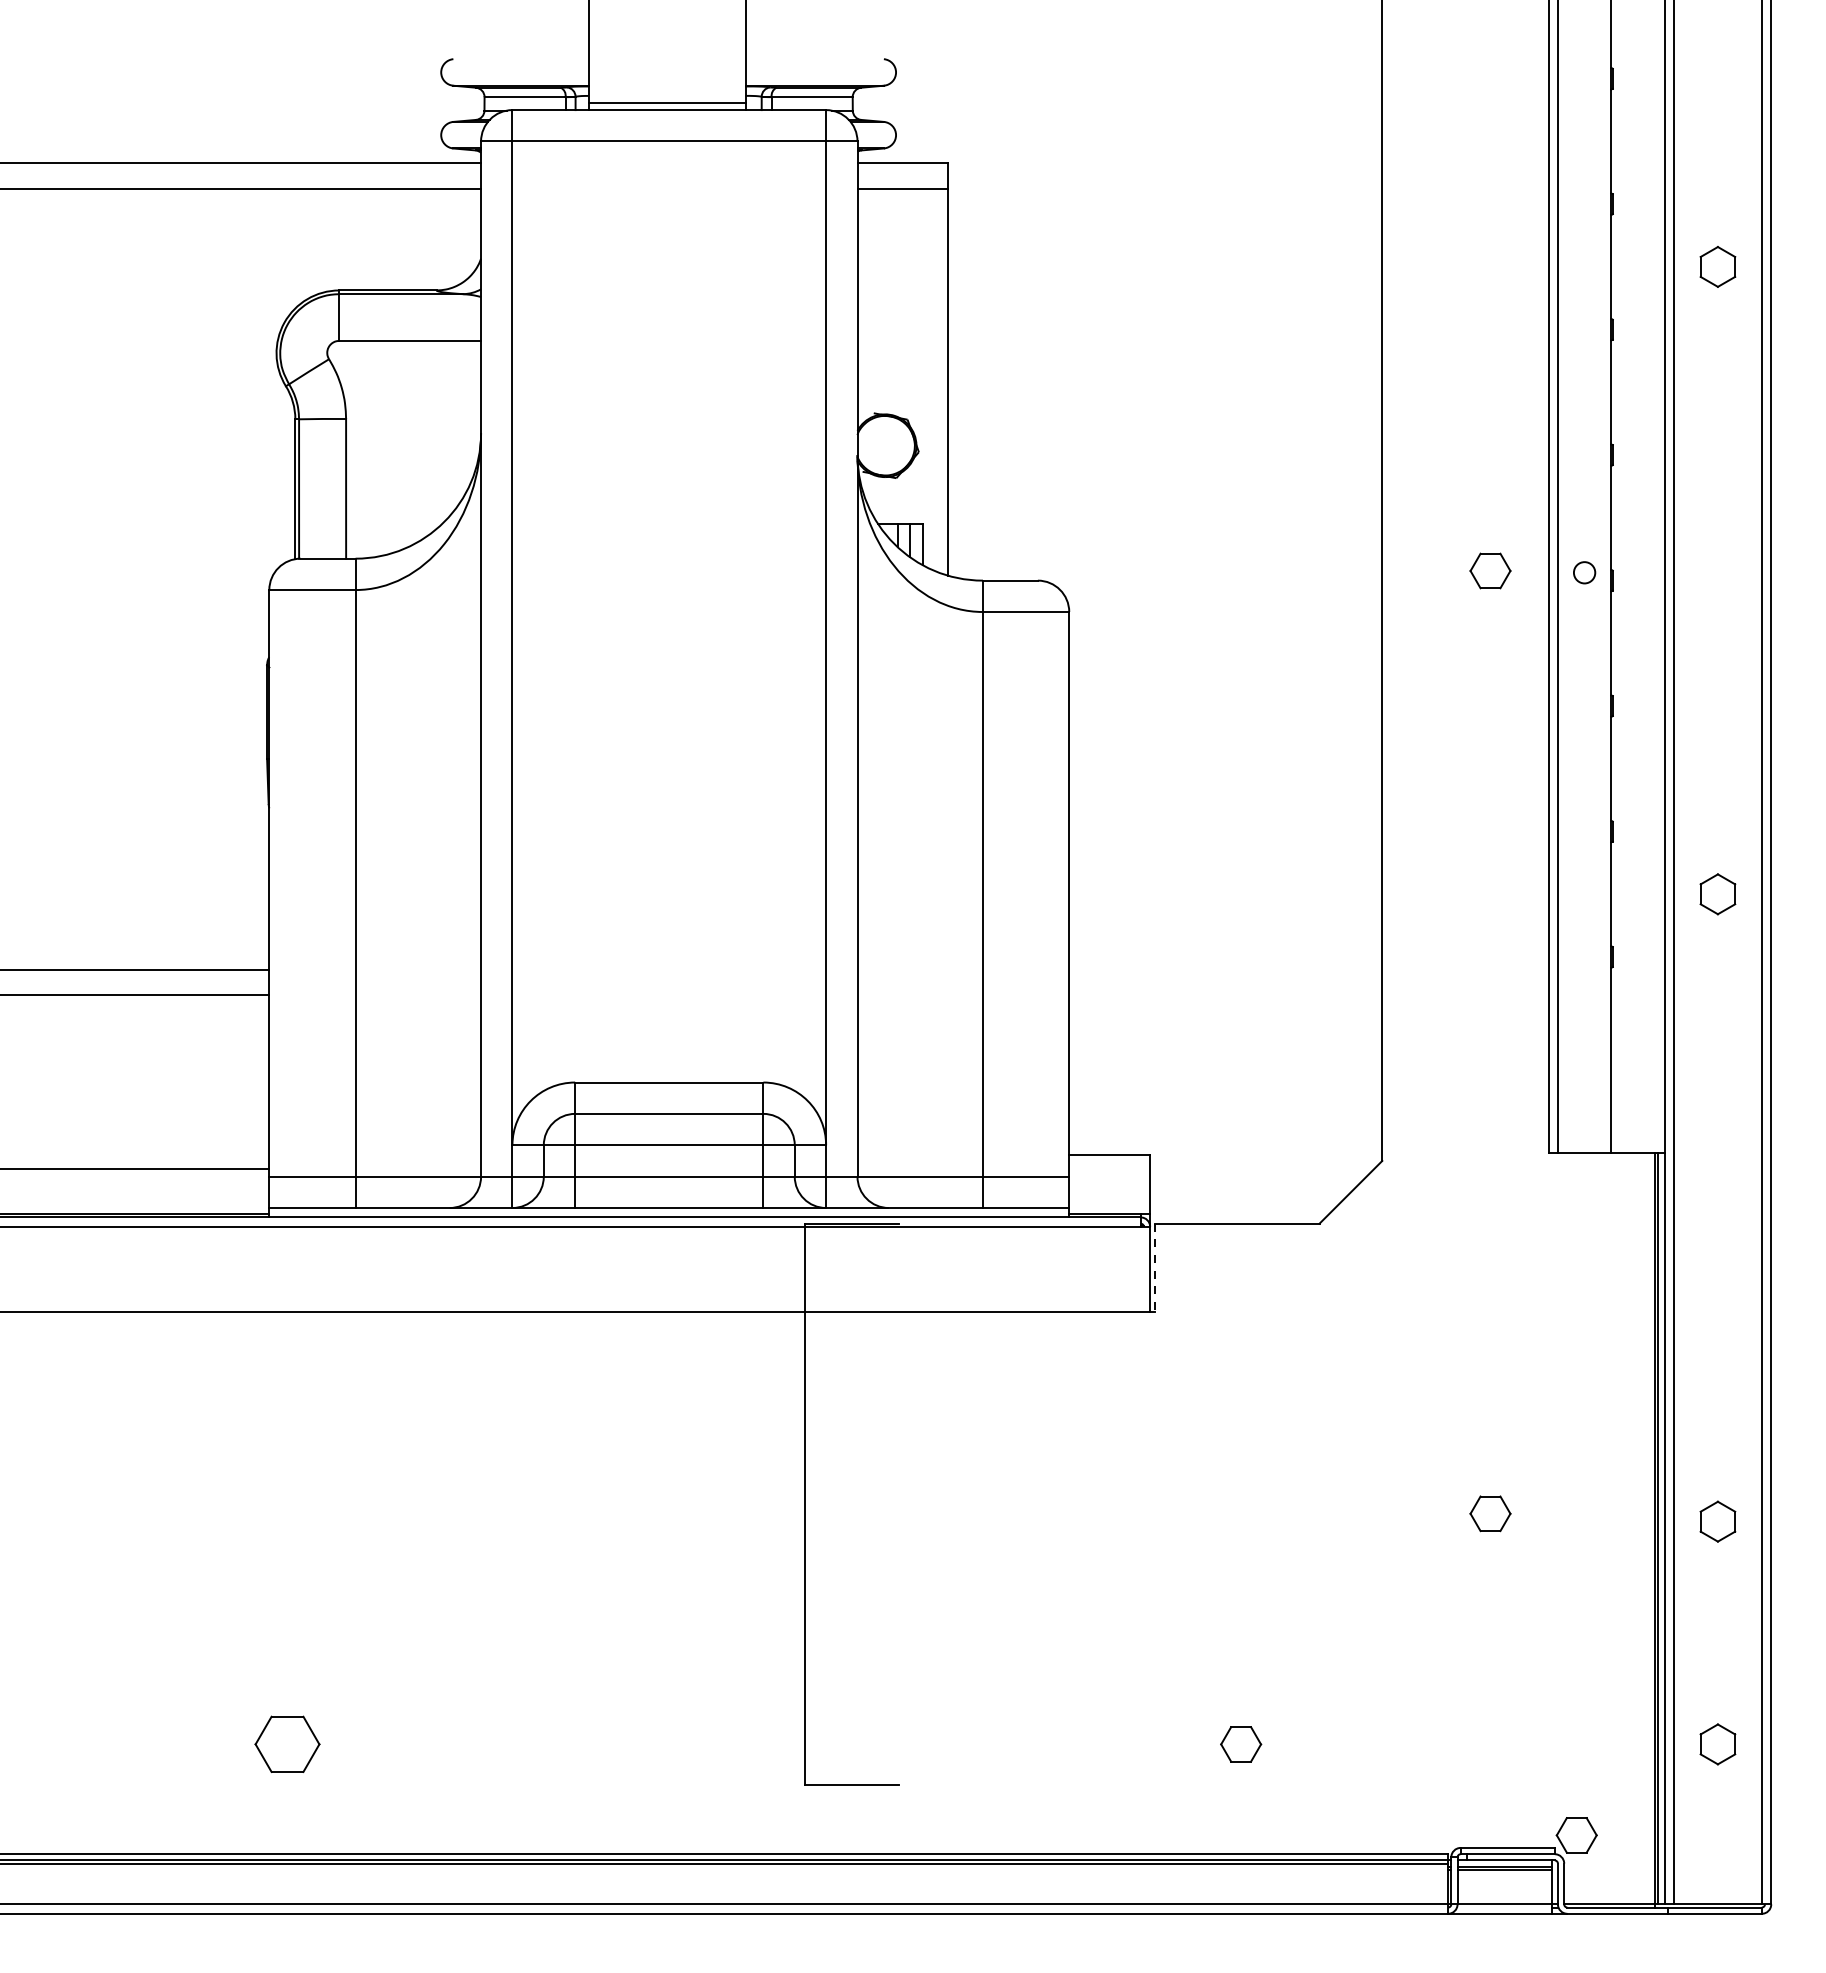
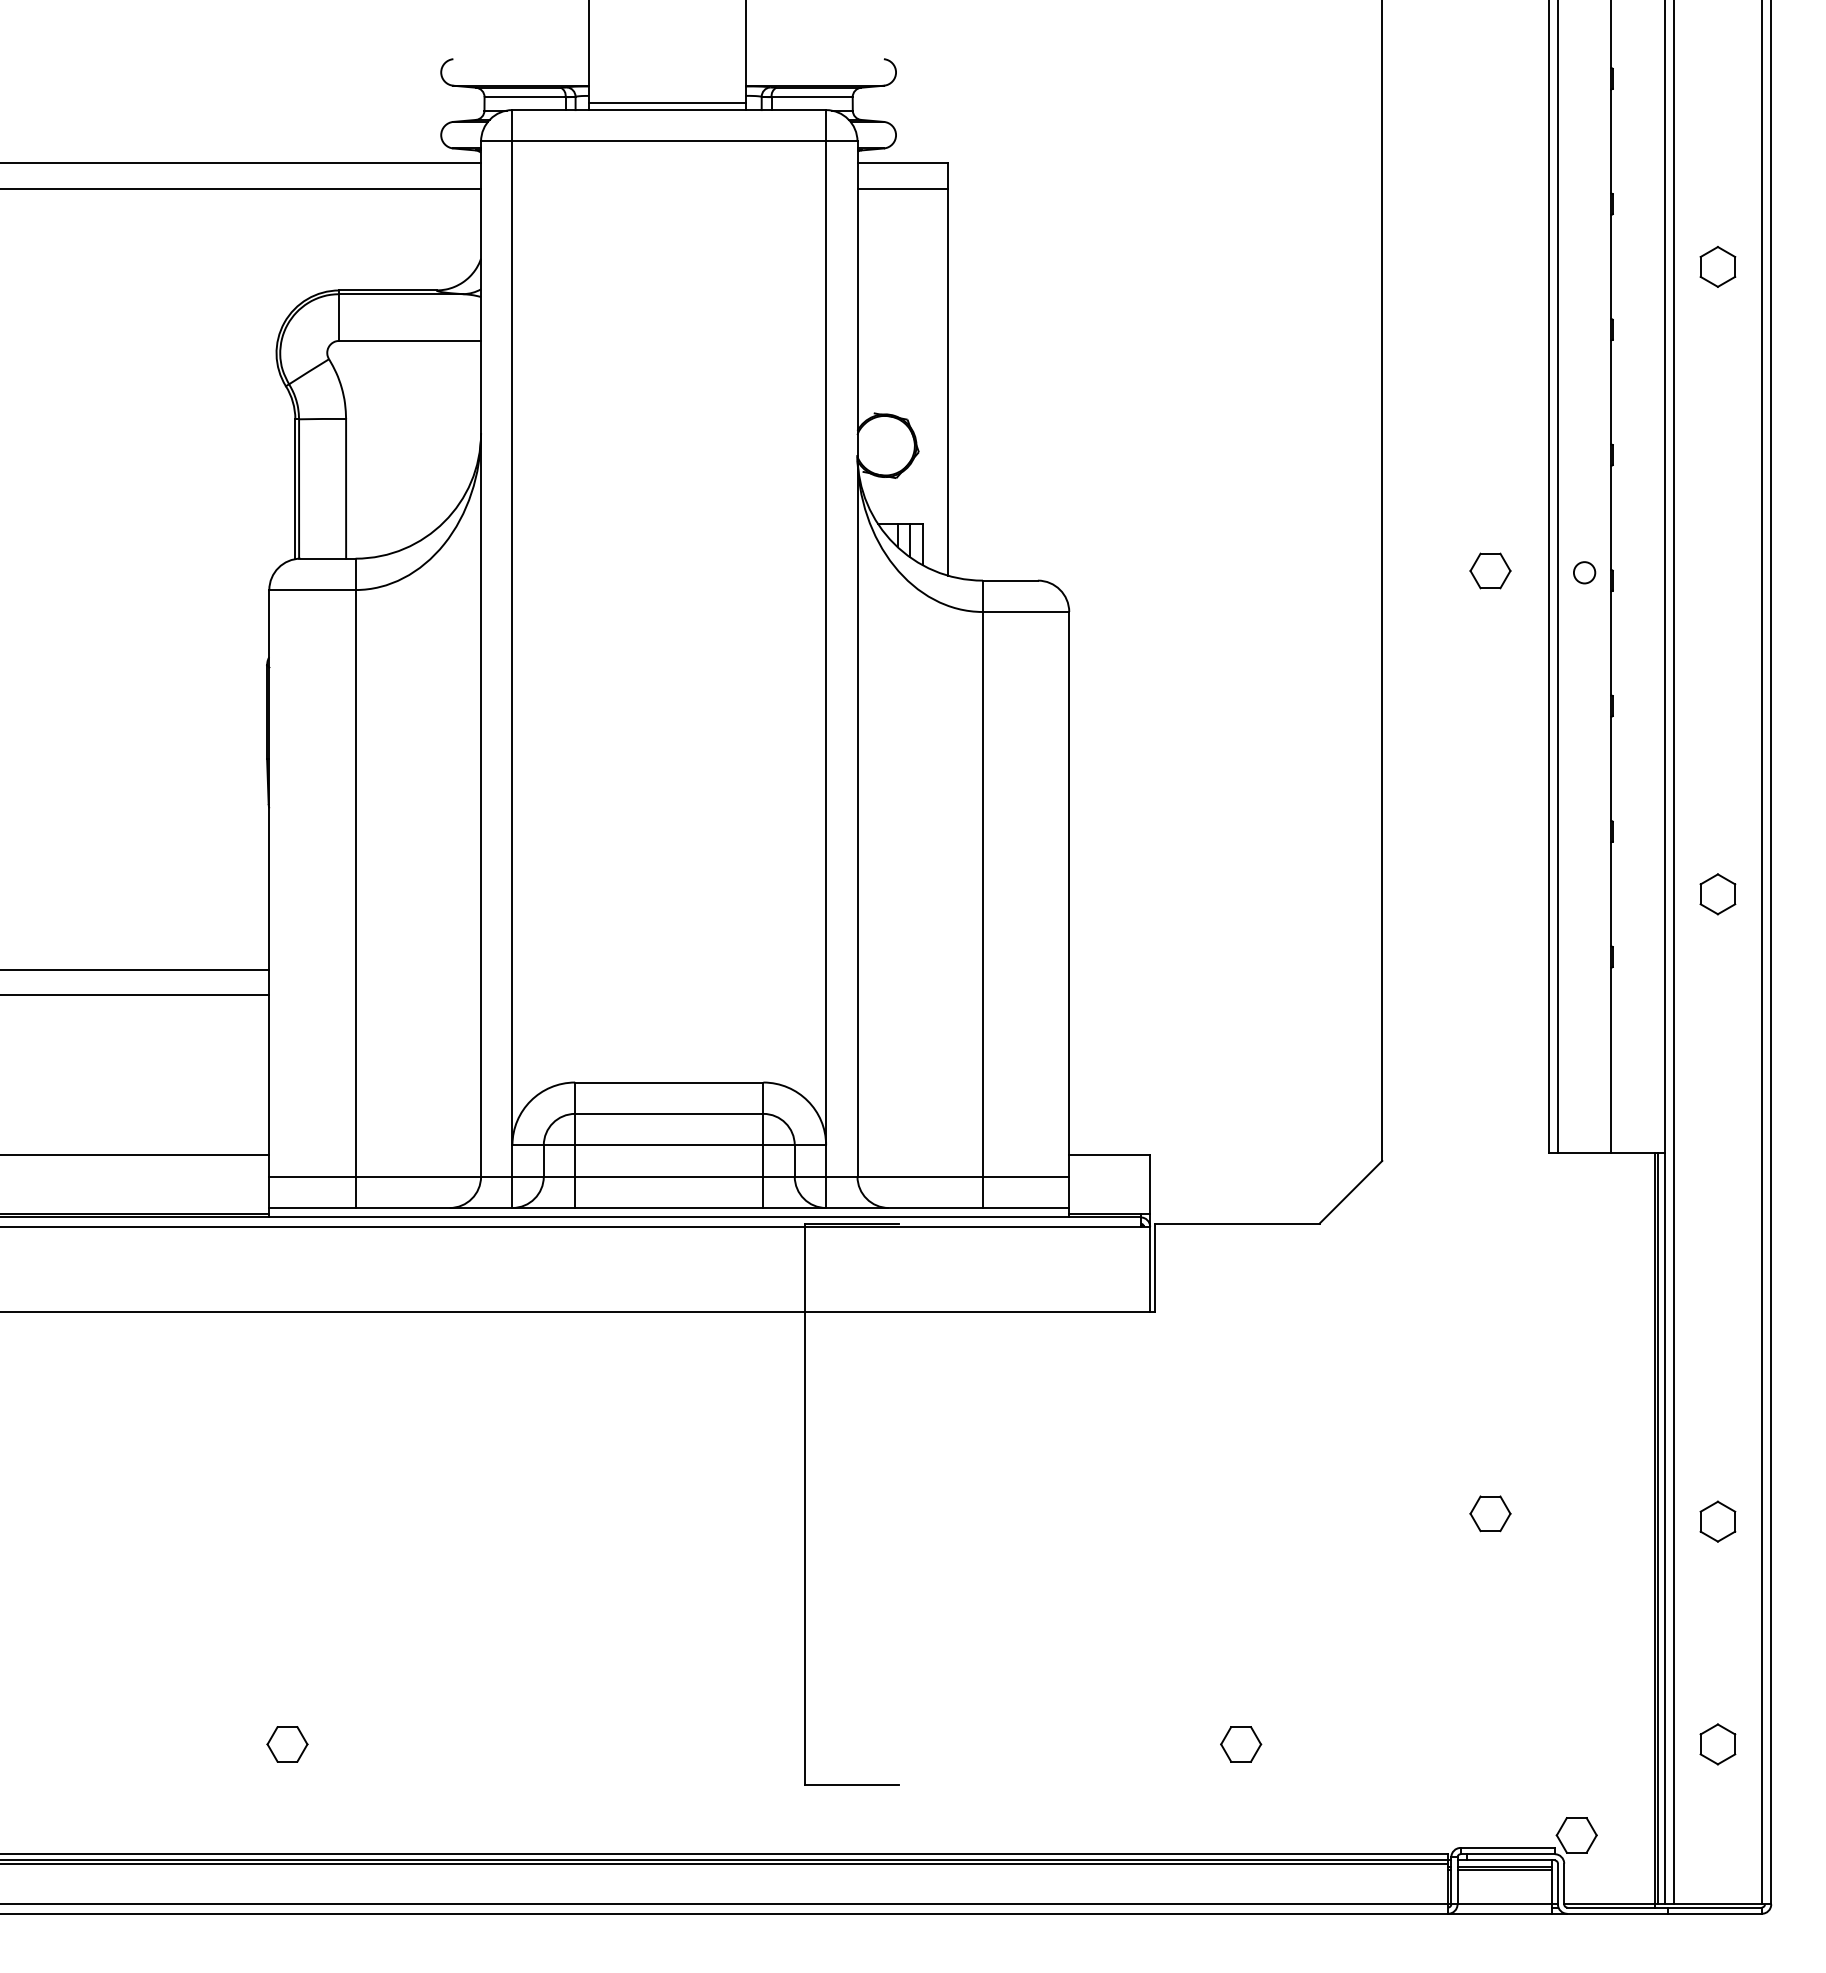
line at (135, 1168) position: (135, 1168) -> (135, 1154)
line at (1154, 1267): dashed -> solid
part at (287, 1743) size: 67x58 px -> 43x37 px
